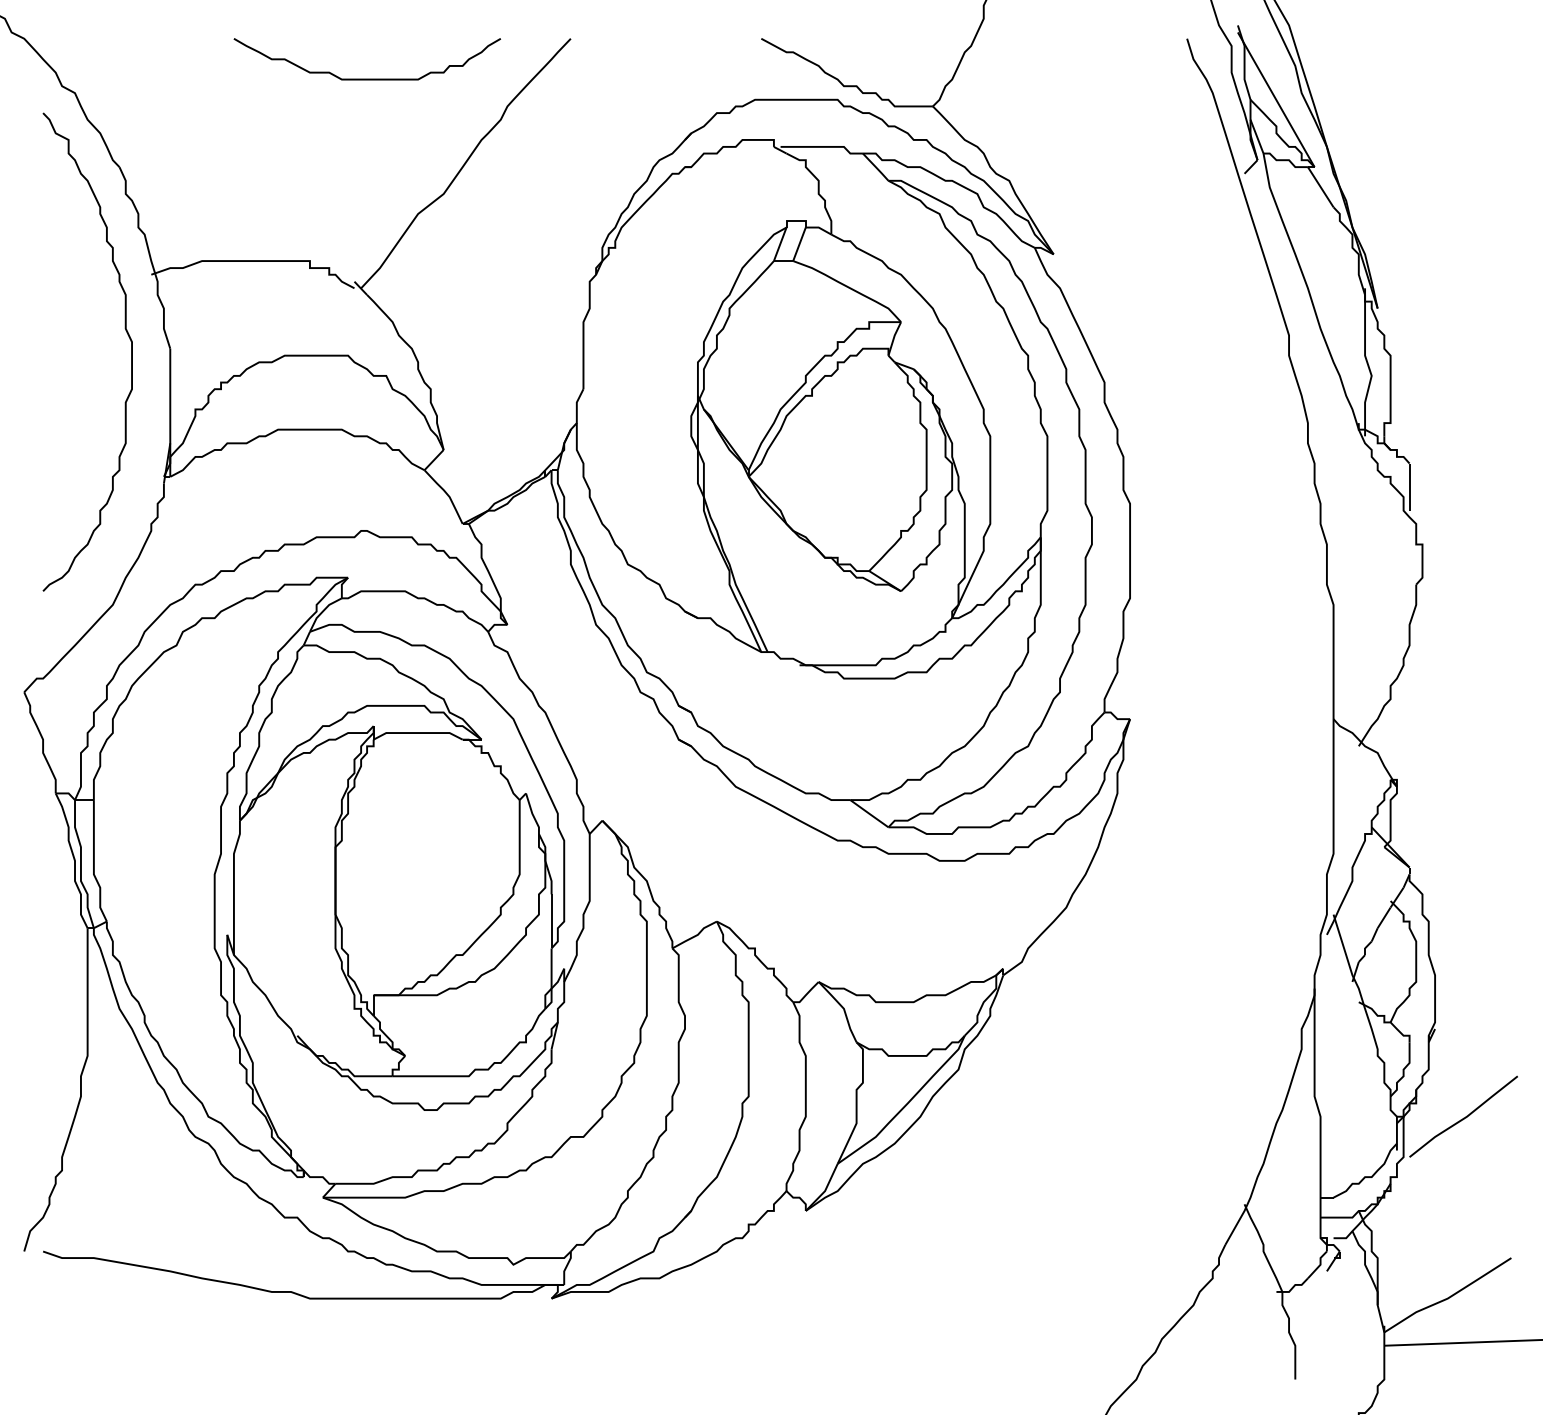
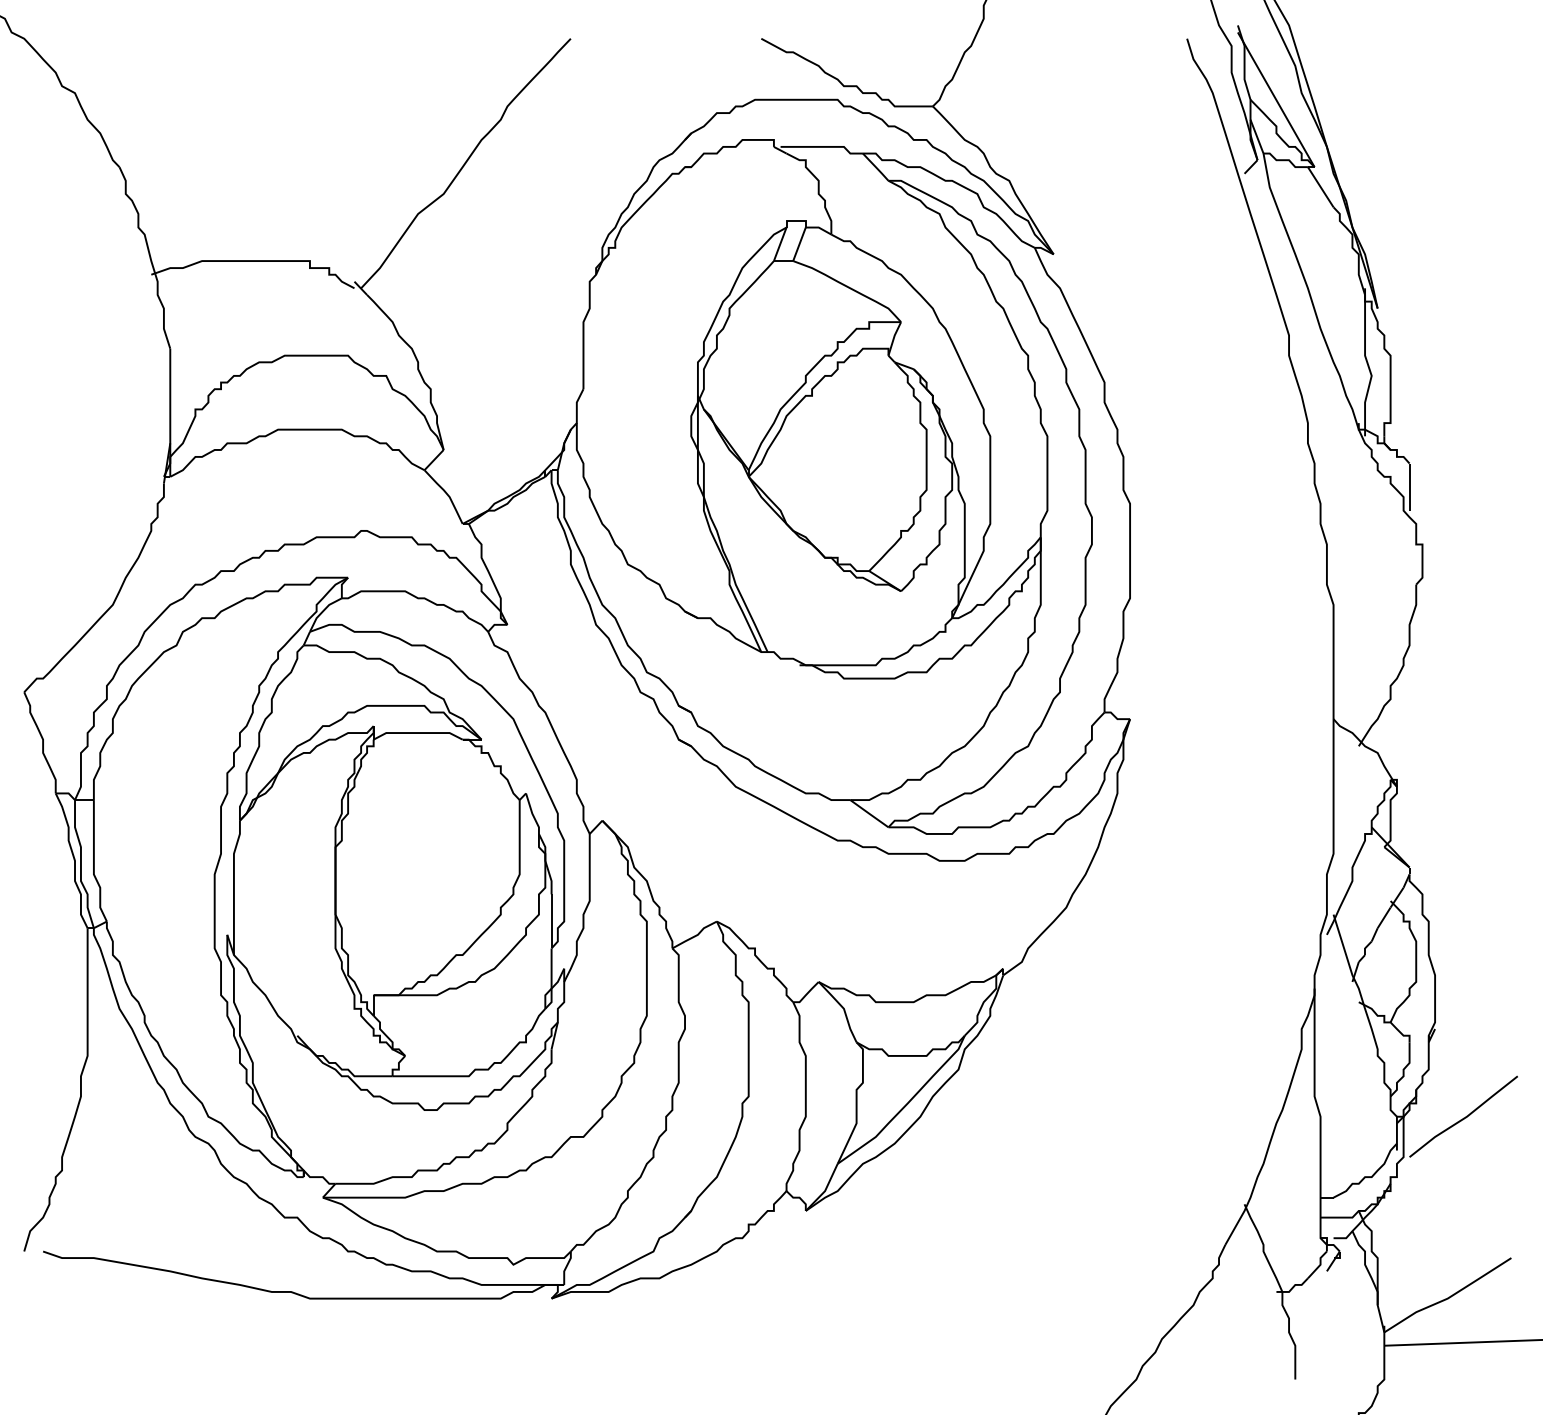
curve at (366, 78): present -> none
curve at (127, 335): present -> none
